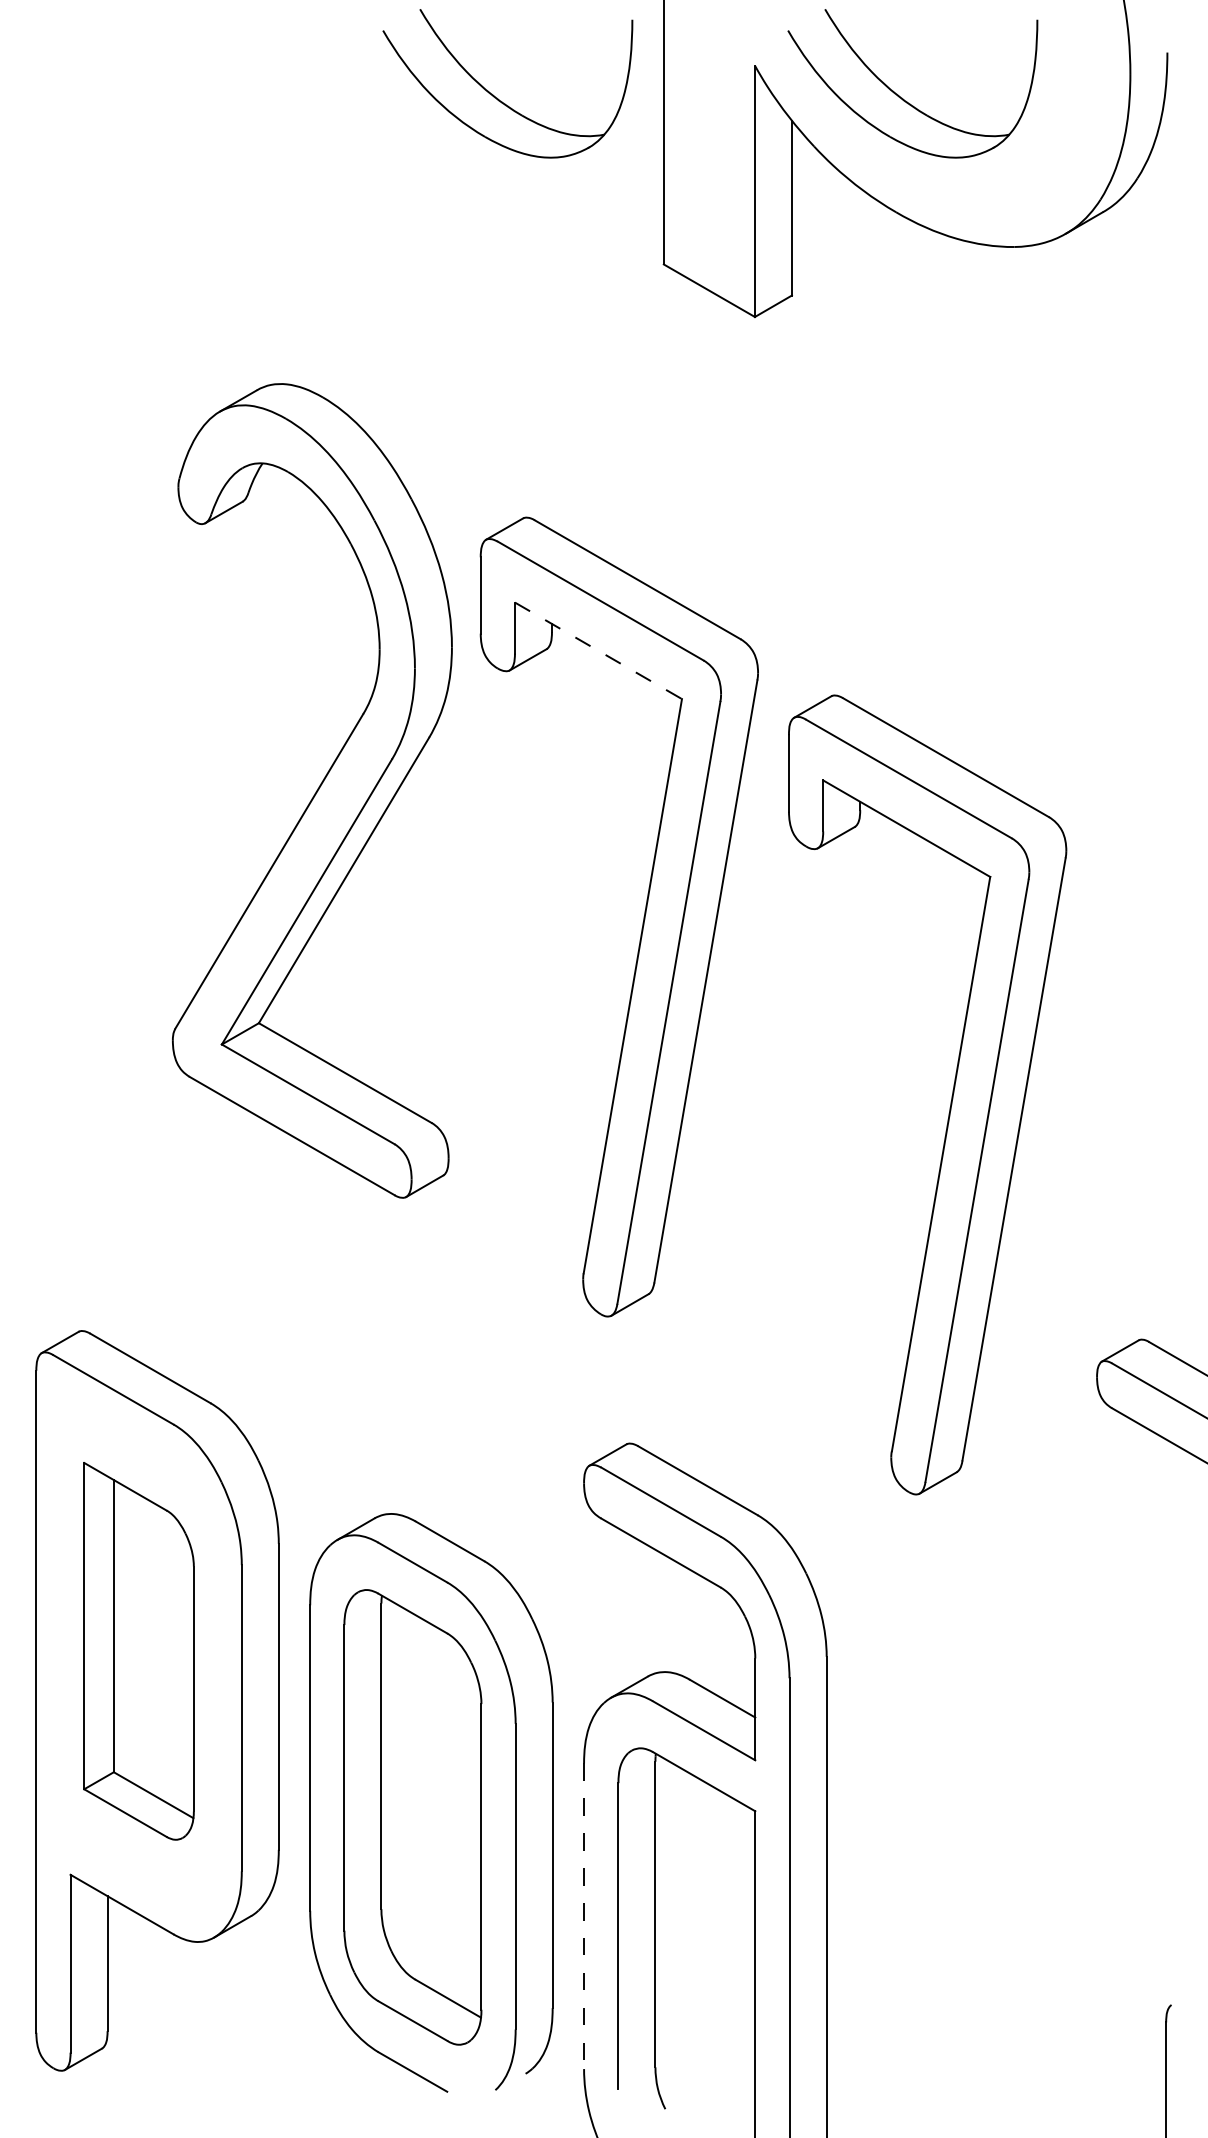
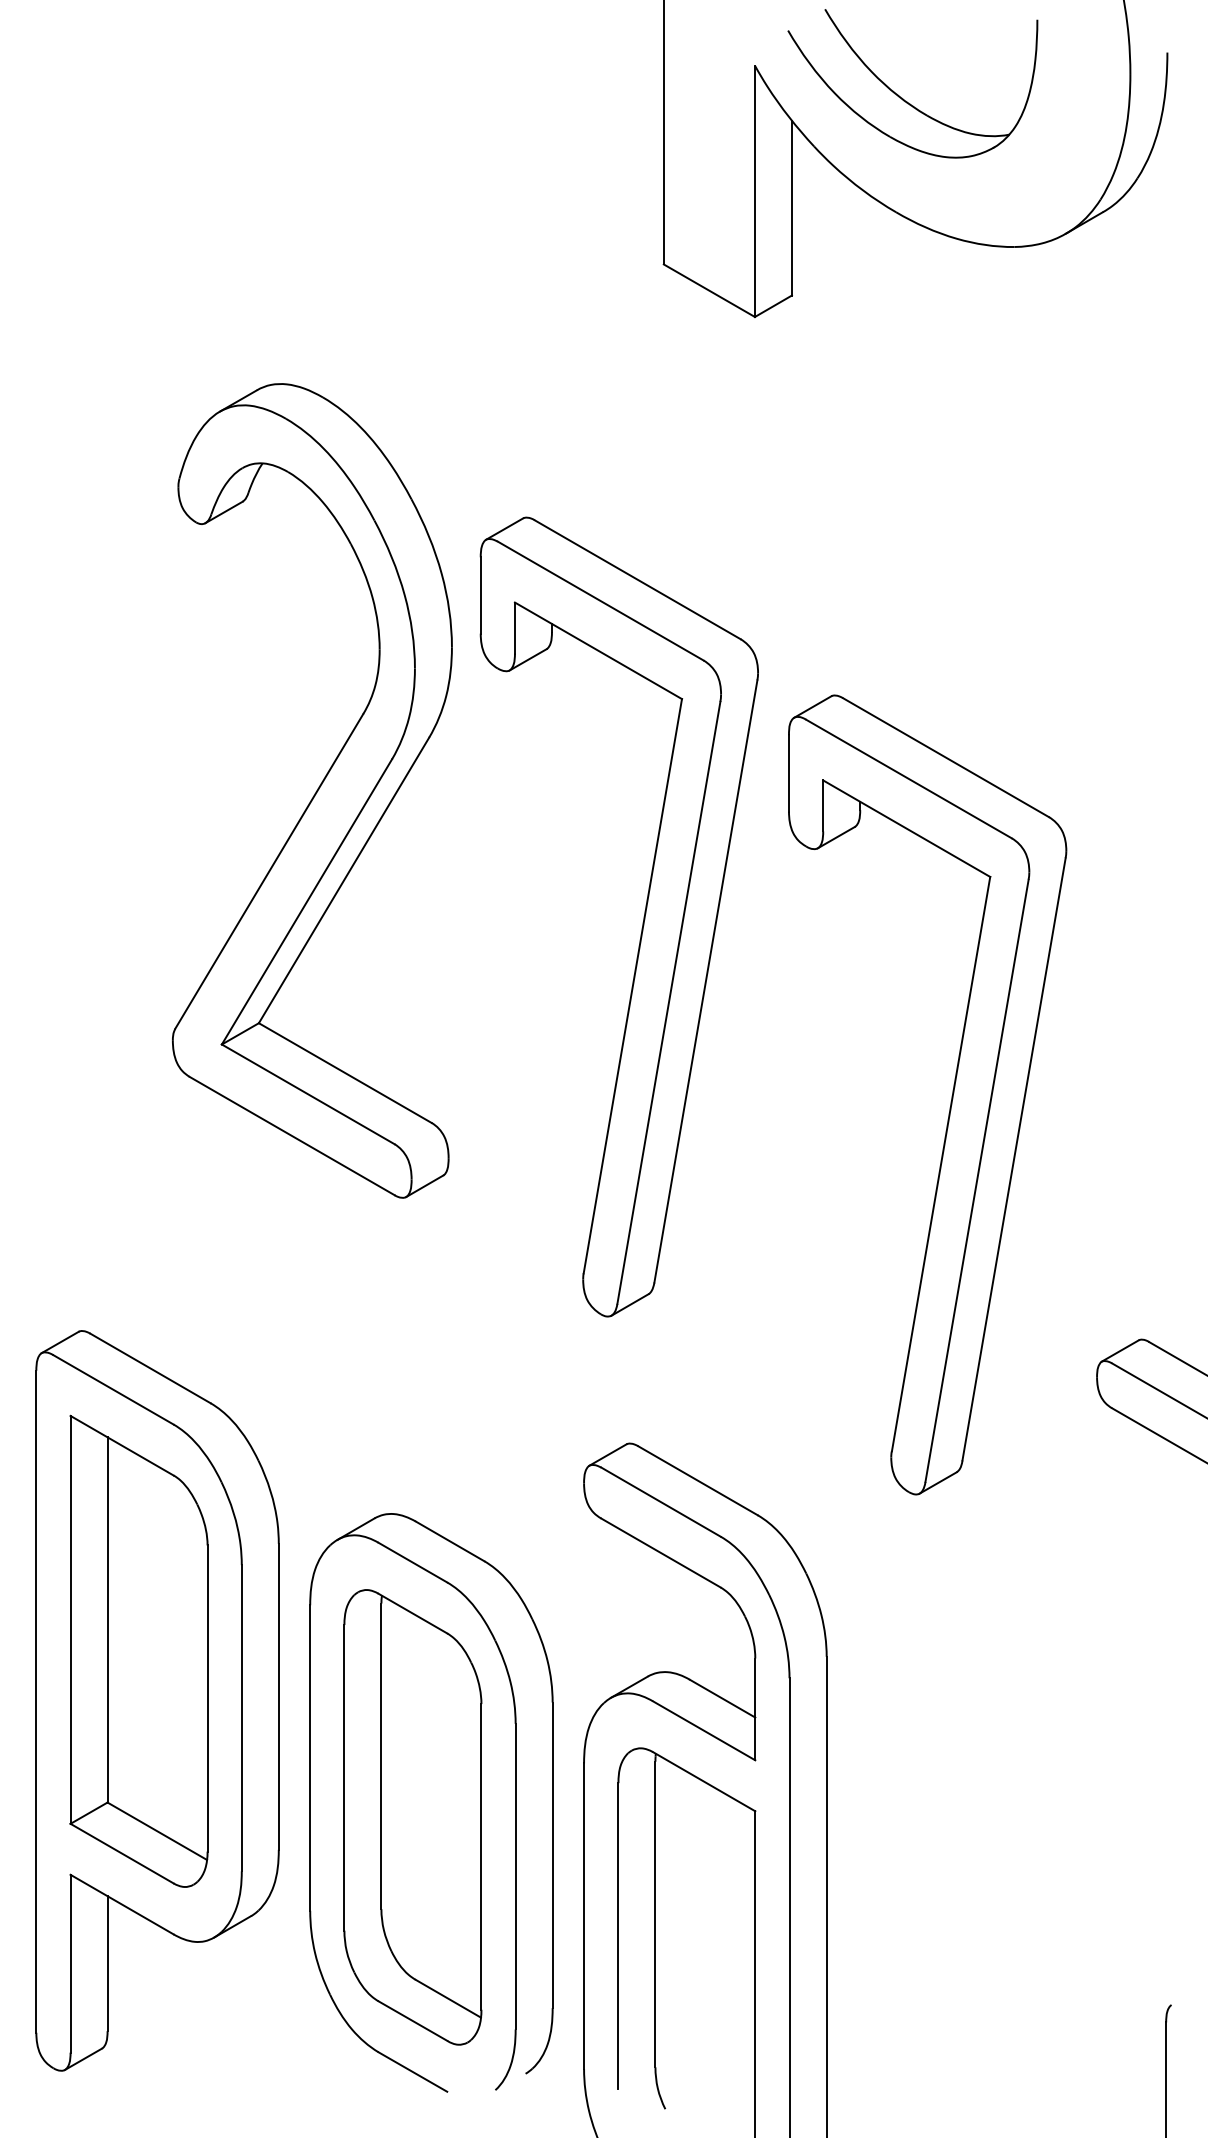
part at (497, 97): present -> none
line at (598, 651): dashed -> solid
part at (138, 1651) size: 112x379 px -> 140x474 px
line at (584, 1916): dashed -> solid
